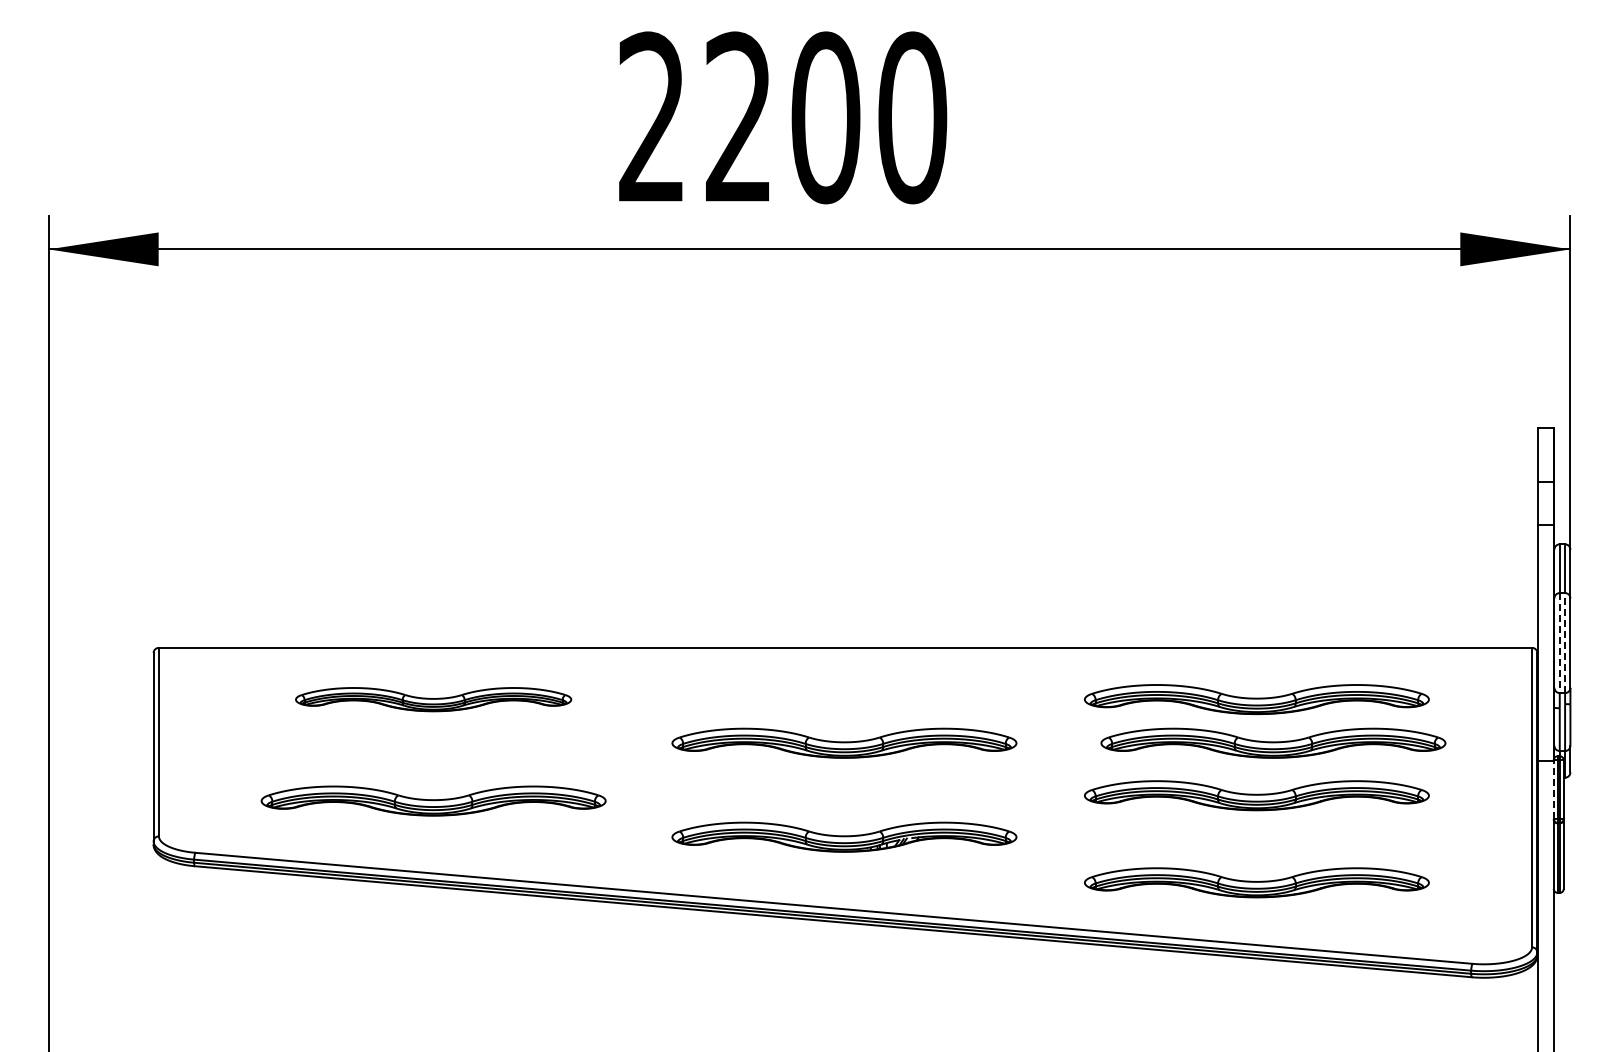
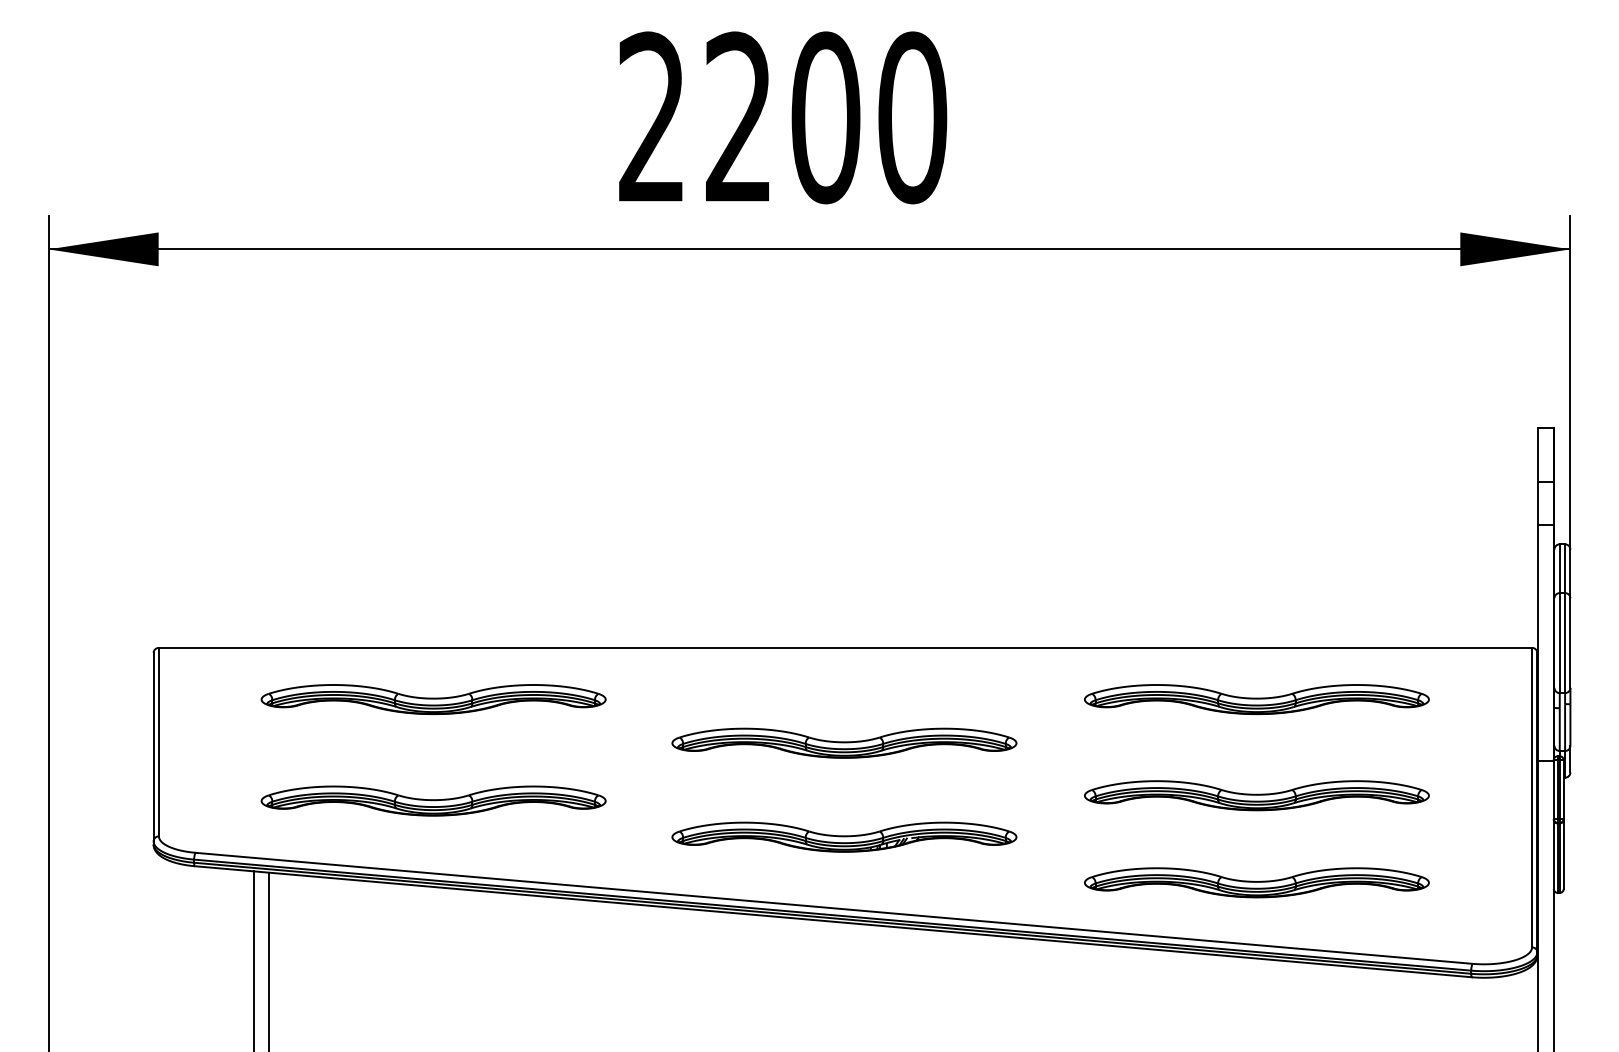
line at (1565, 642): dashed -> solid
line at (1559, 643): dashed -> solid
part at (433, 699) size: 278x26 px -> 347x32 px
part at (1273, 742): present -> none
line at (1553, 789): dashed -> solid
line at (253, 959): none -> present
line at (268, 960): none -> present
